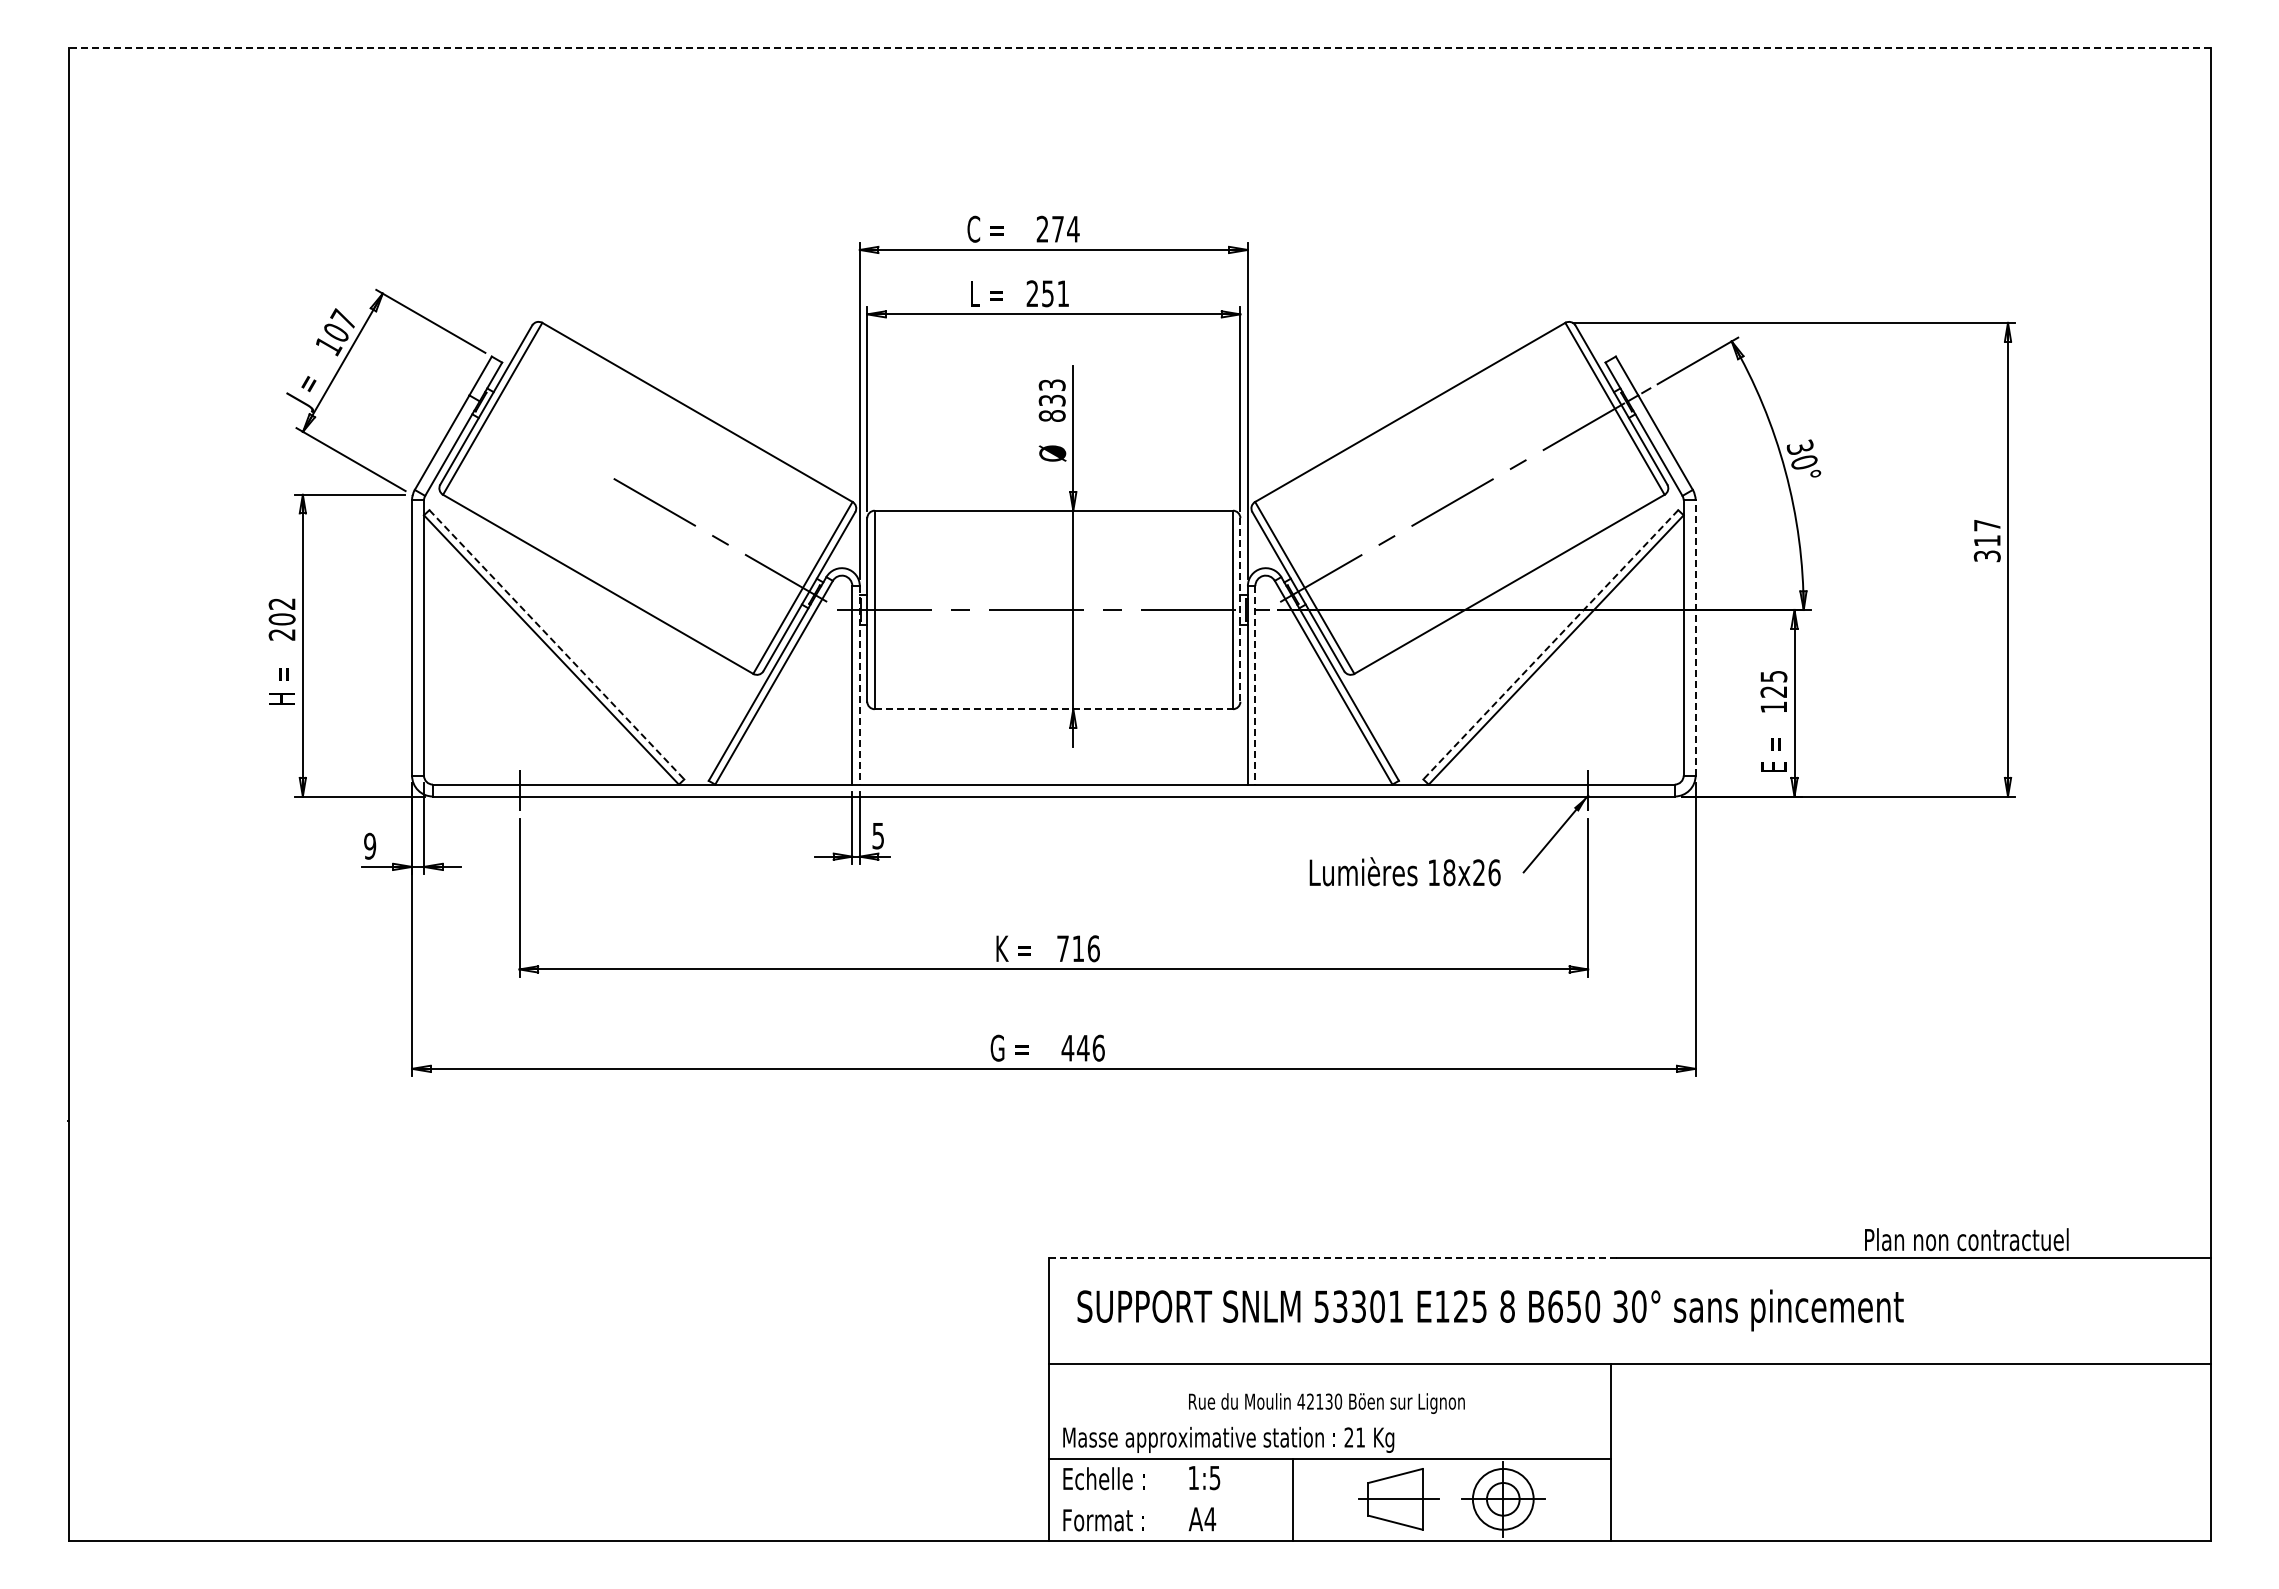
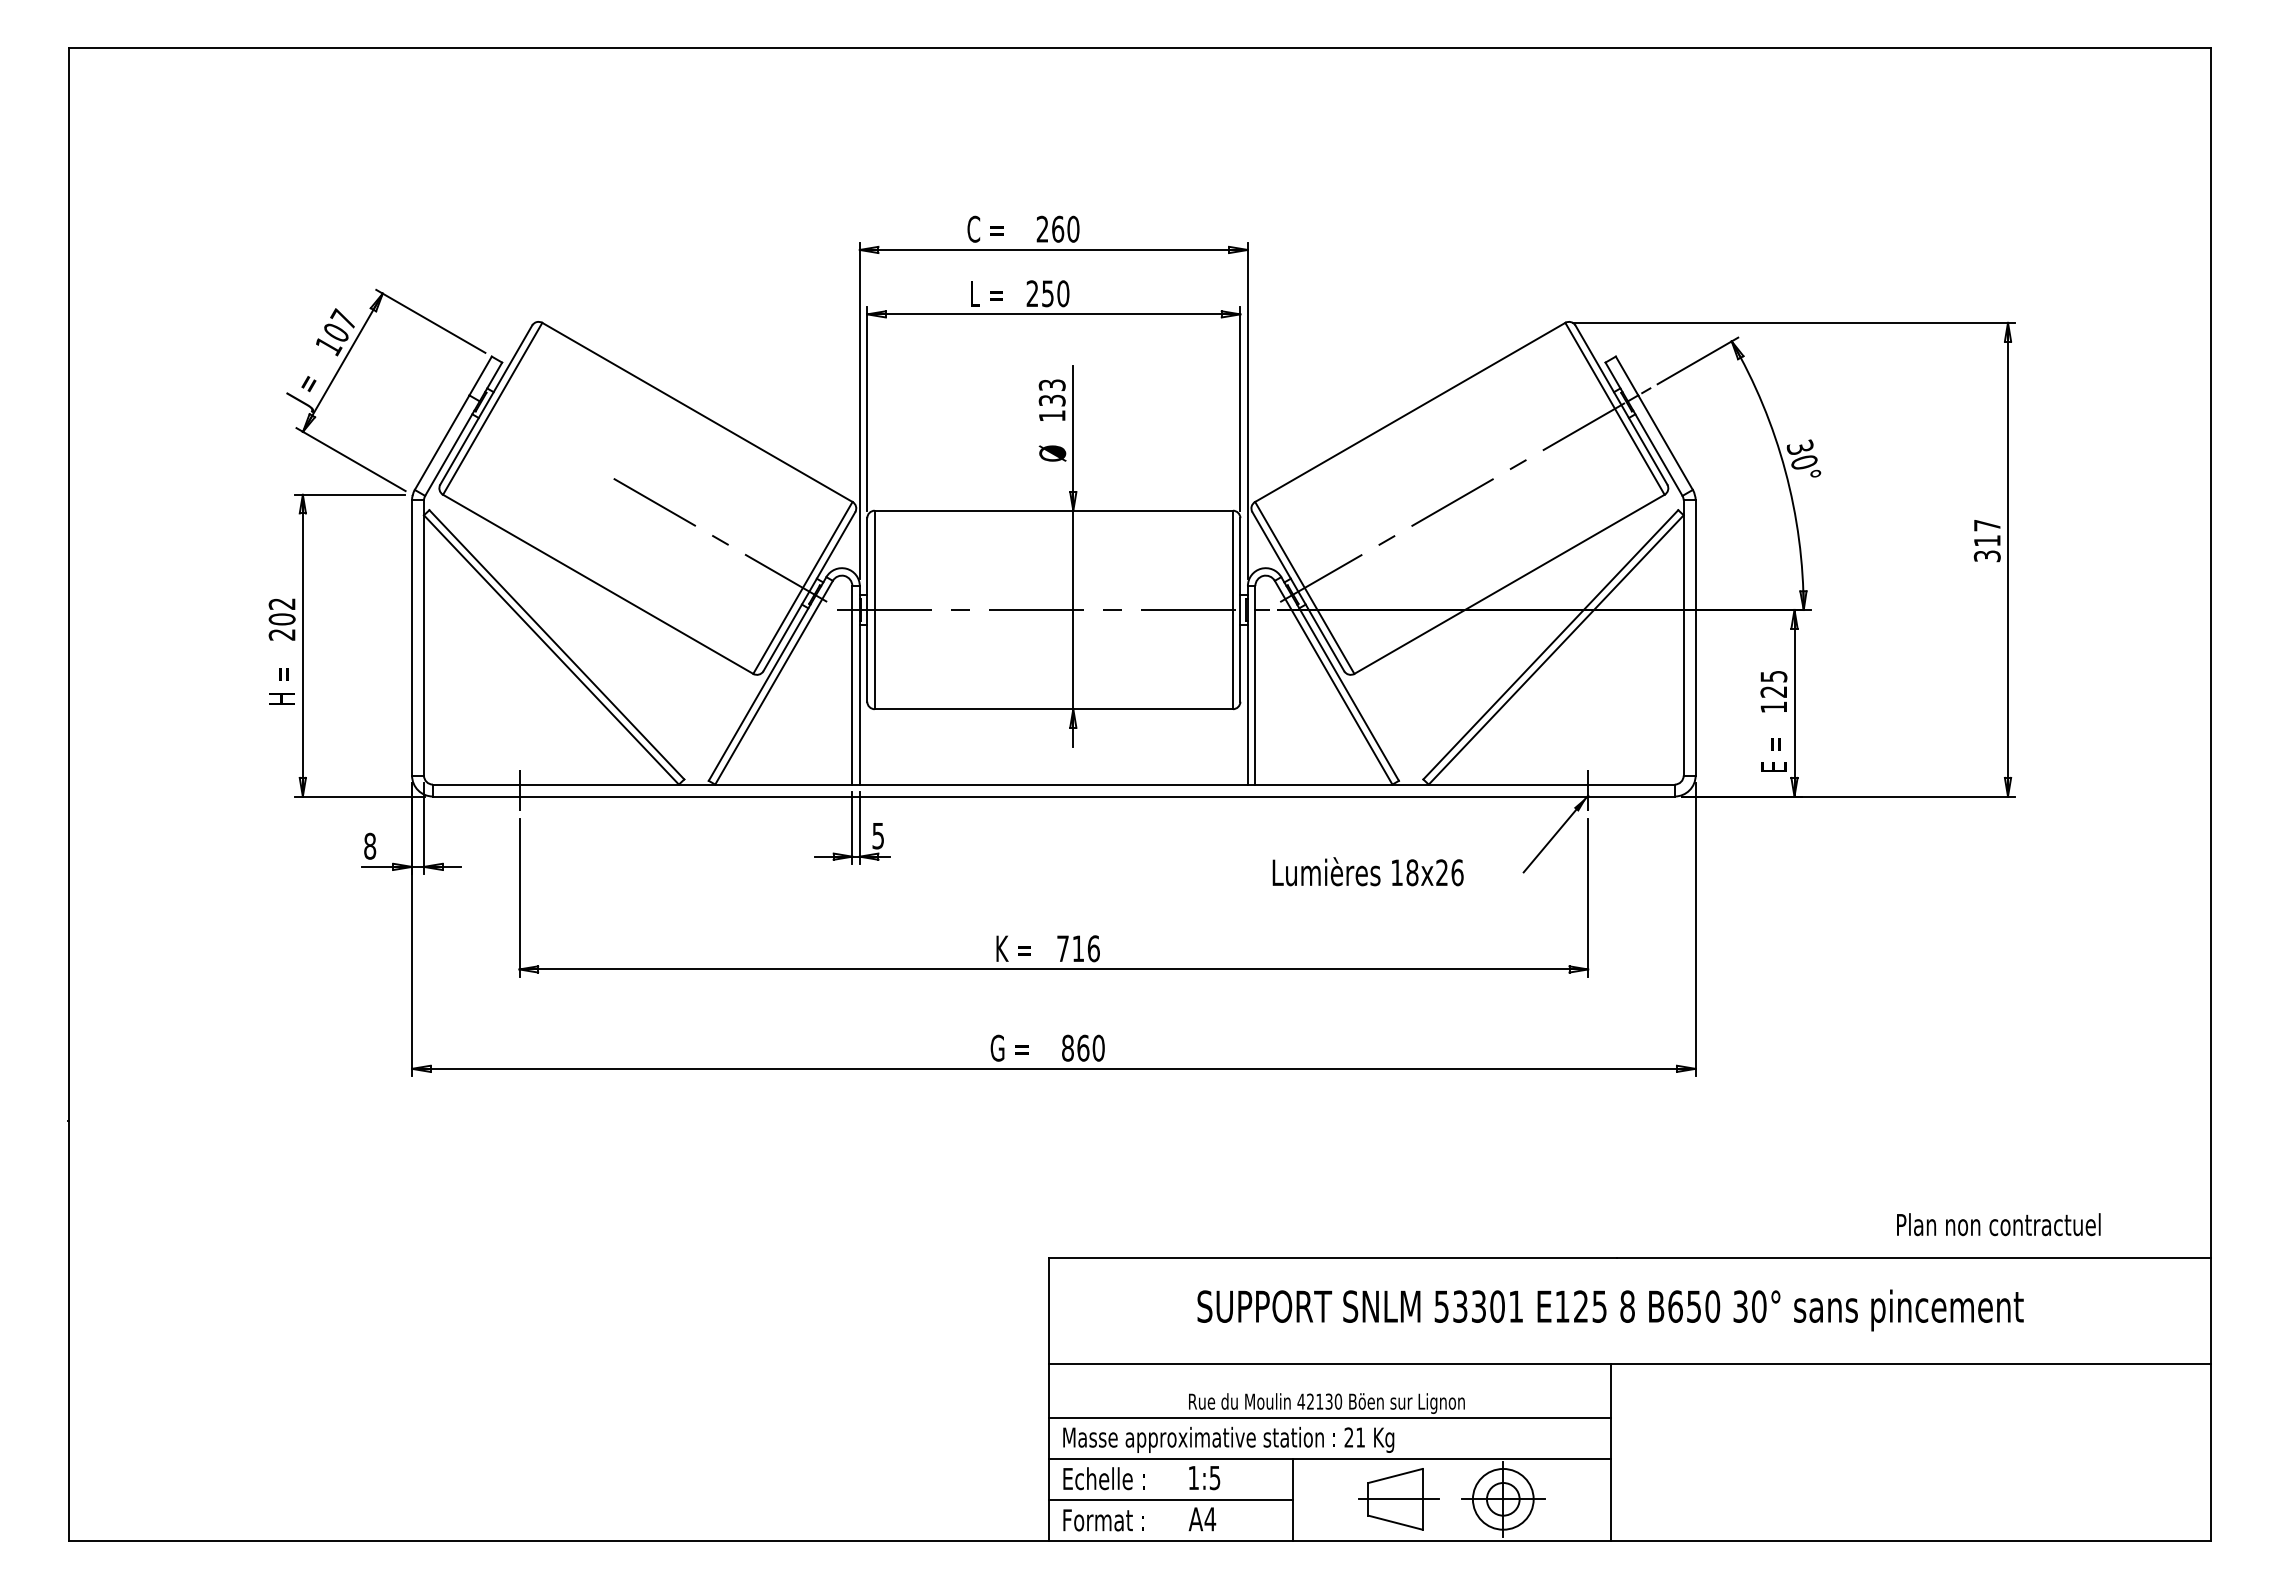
line at (1139, 47): dashed -> solid
text at (1065, 228): 274 -> 260
text at (1063, 293): 251 -> 250
text at (1051, 415): 833 -> 133
line at (1240, 609): dashed -> solid
line at (1695, 638): dashed -> solid
line at (557, 645): dashed -> solid
line at (1550, 645): dashed -> solid
line at (859, 685): dashed -> solid
line at (1255, 685): dashed -> solid
line at (1054, 709): dashed -> solid
text at (370, 846): 9 -> 8
text at (1404, 871) position: (1404, 871) -> (1367, 871)
text at (1082, 1047): 446 -> 860
text at (1966, 1239) position: (1966, 1239) -> (1998, 1224)
line at (1333, 1257): dashed -> solid
text at (1490, 1310) position: (1490, 1310) -> (1610, 1310)
line at (1330, 1418): none -> present
line at (1170, 1500): none -> present
